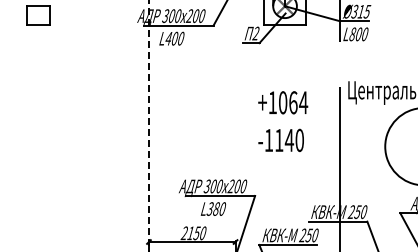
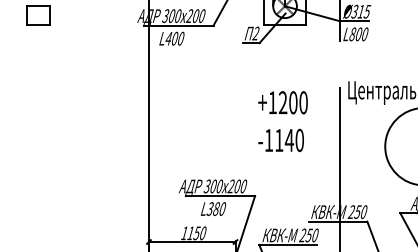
text at (293, 102): +1064 -> +1200
line at (148, 126): dashed -> solid
text at (183, 232): 2150 -> 1150
